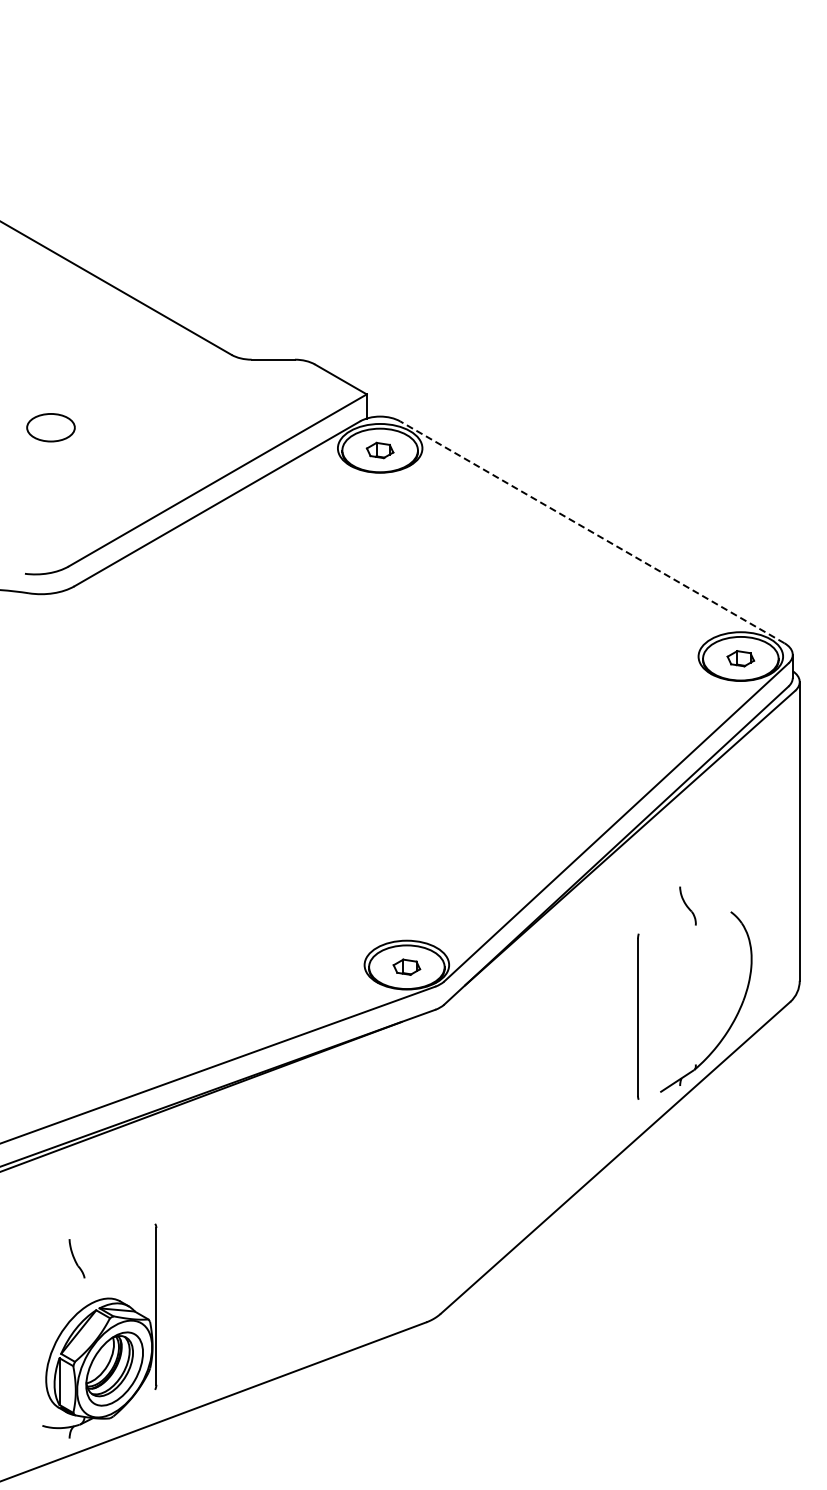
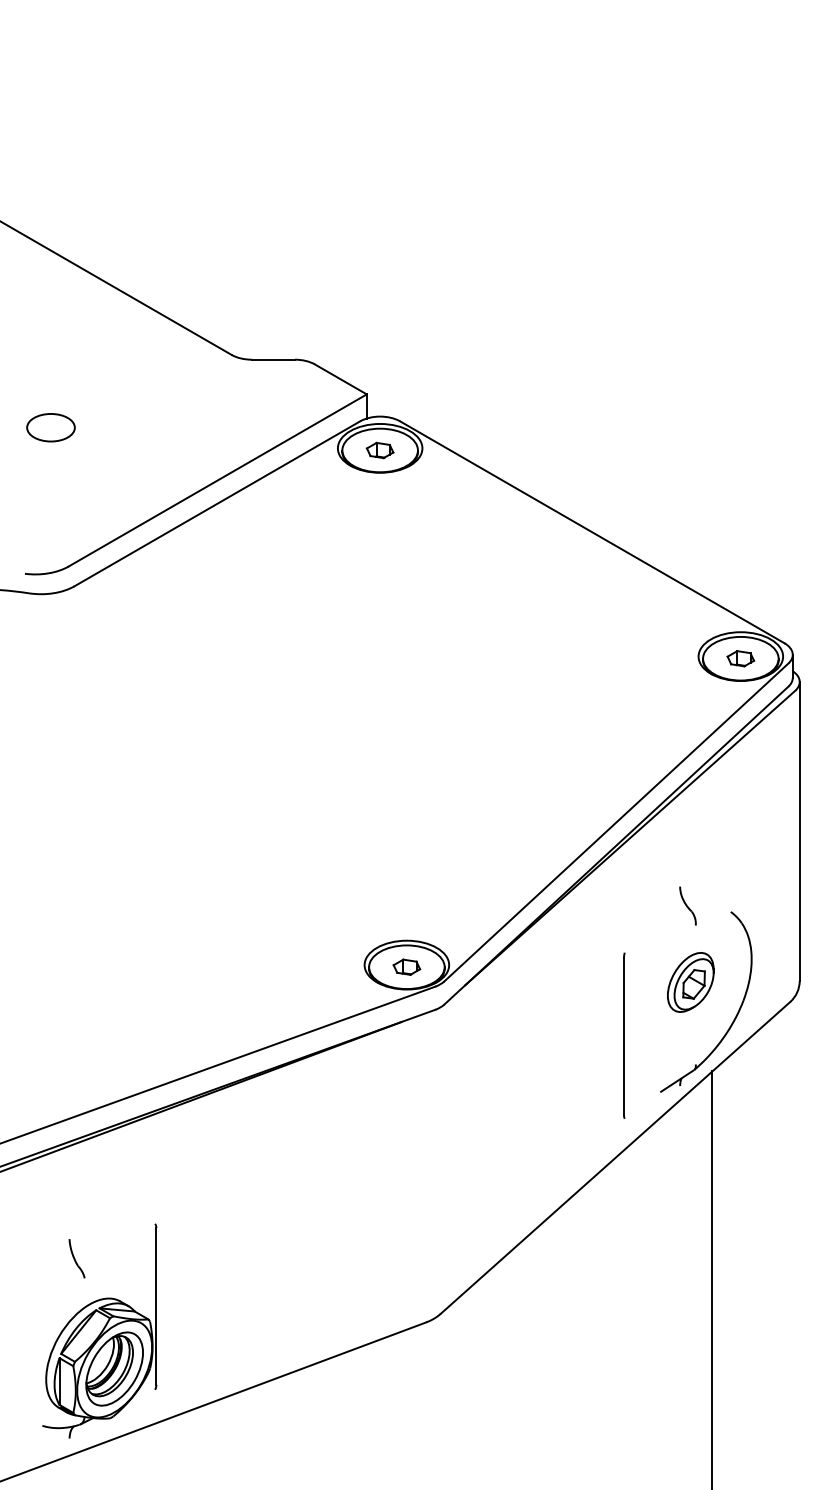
line at (592, 532): dashed -> solid
part at (690, 982): none -> present
line at (638, 1016) position: (638, 1016) -> (624, 1035)
line at (712, 1278): none -> present
